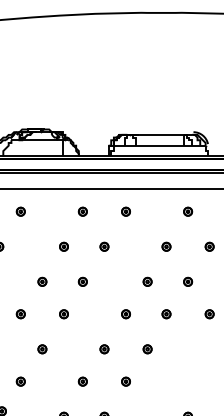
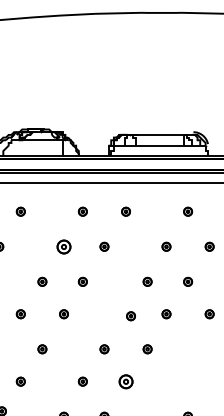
line at (111, 188) position: (111, 188) -> (111, 182)
part at (63, 246) size: 10x11 px -> 16x16 px
part at (125, 314) position: (125, 314) -> (130, 316)
part at (125, 381) size: 10x11 px -> 16x16 px
